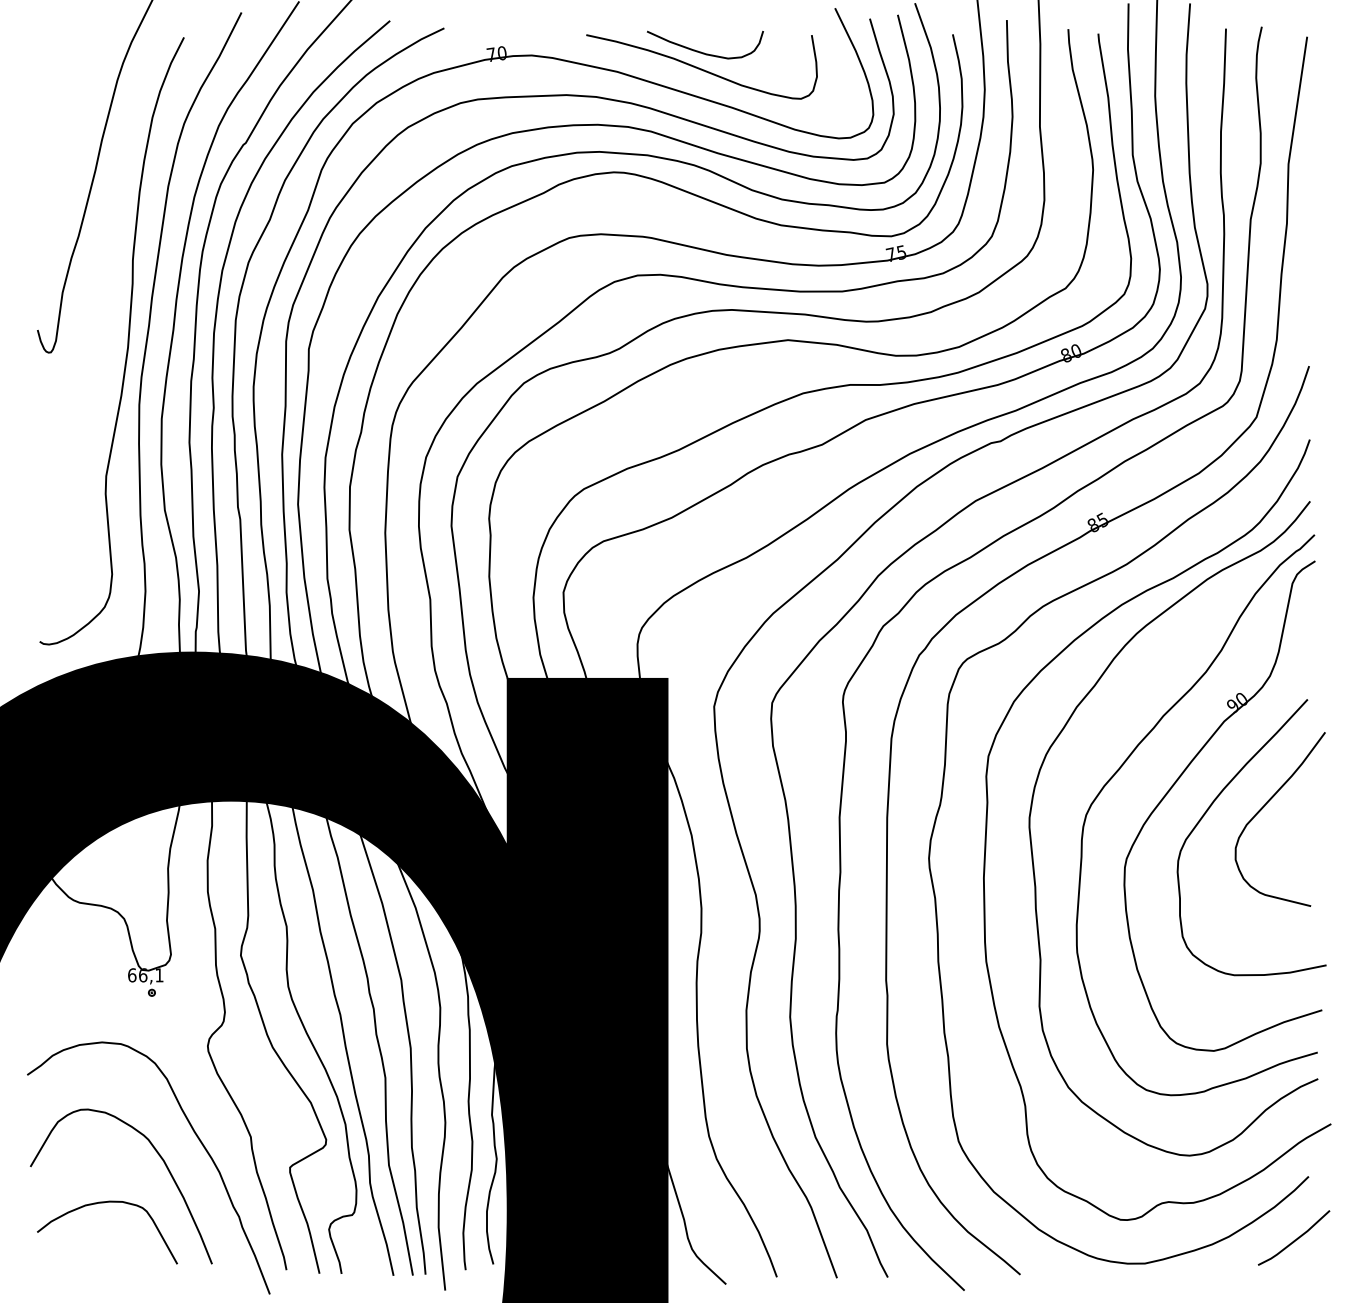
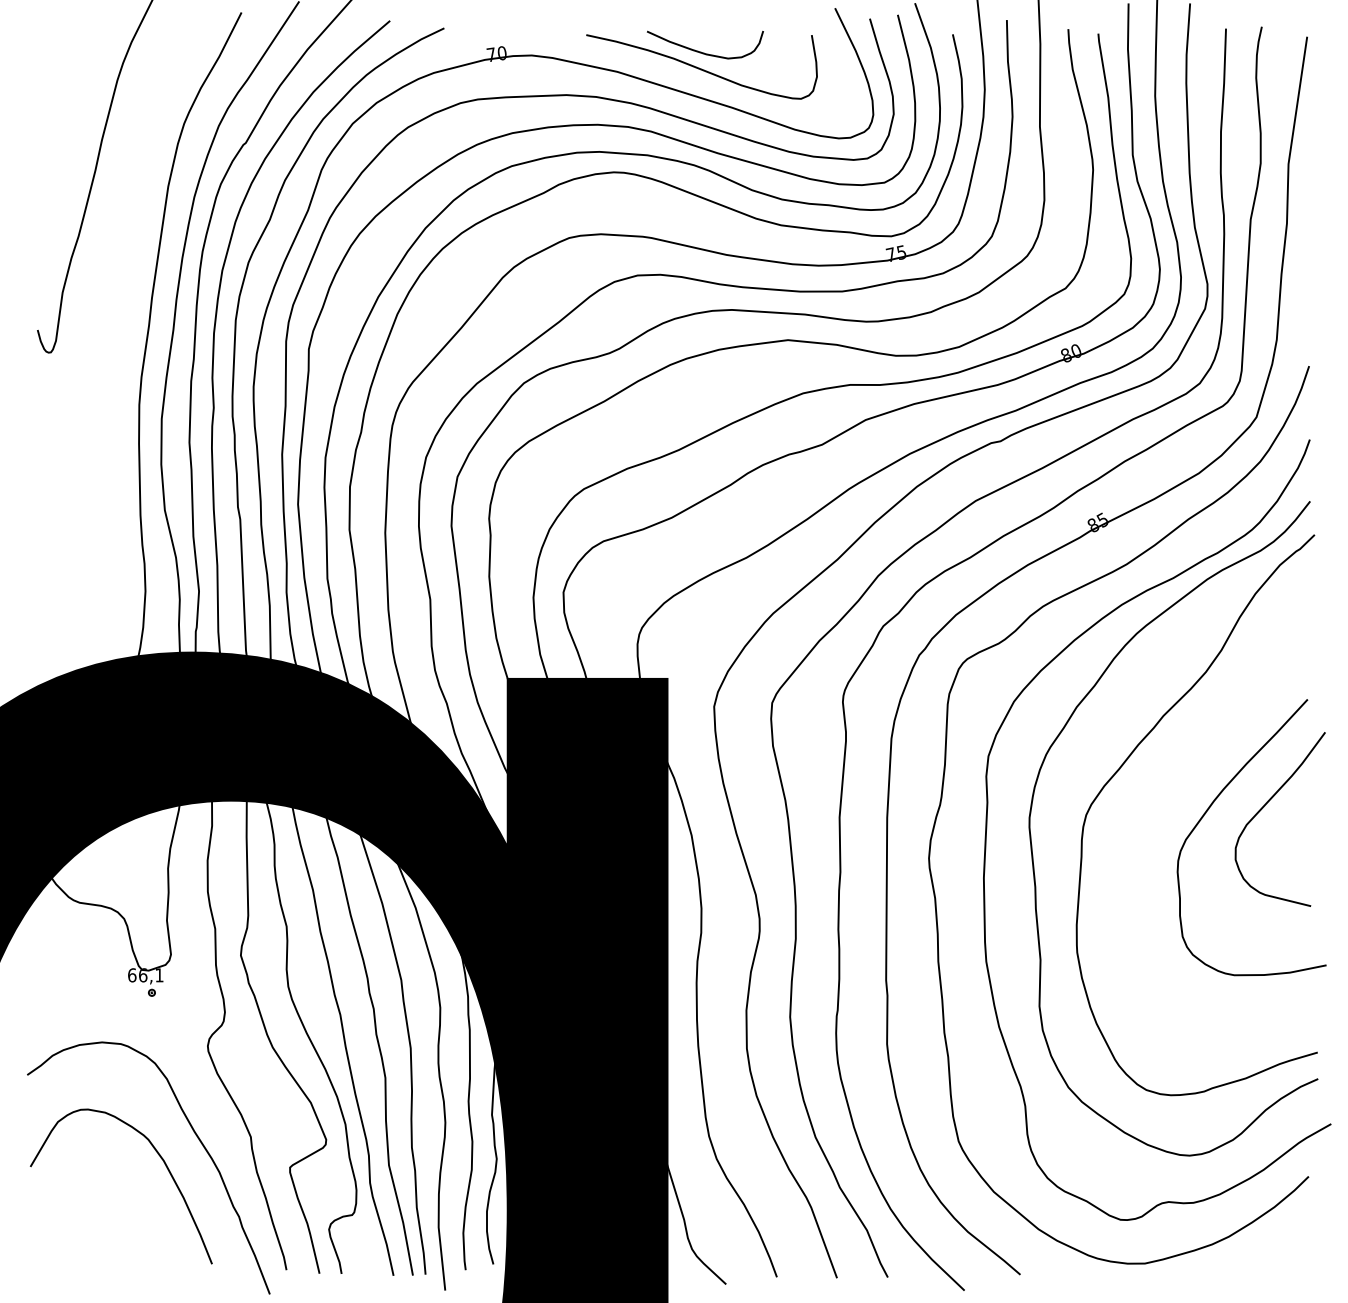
curve at (127, 341): present -> none
part at (1181, 776): present -> none
curve at (104, 1203): present -> none
line at (1294, 1239): present -> none
